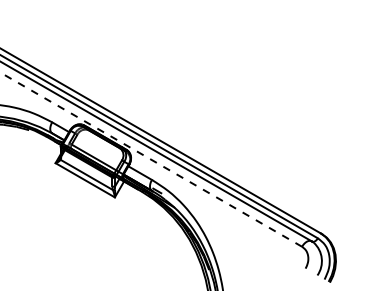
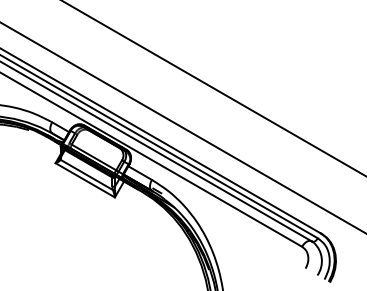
line at (213, 88): none -> present
line at (182, 127): none -> present
line at (150, 159): dashed -> solid
